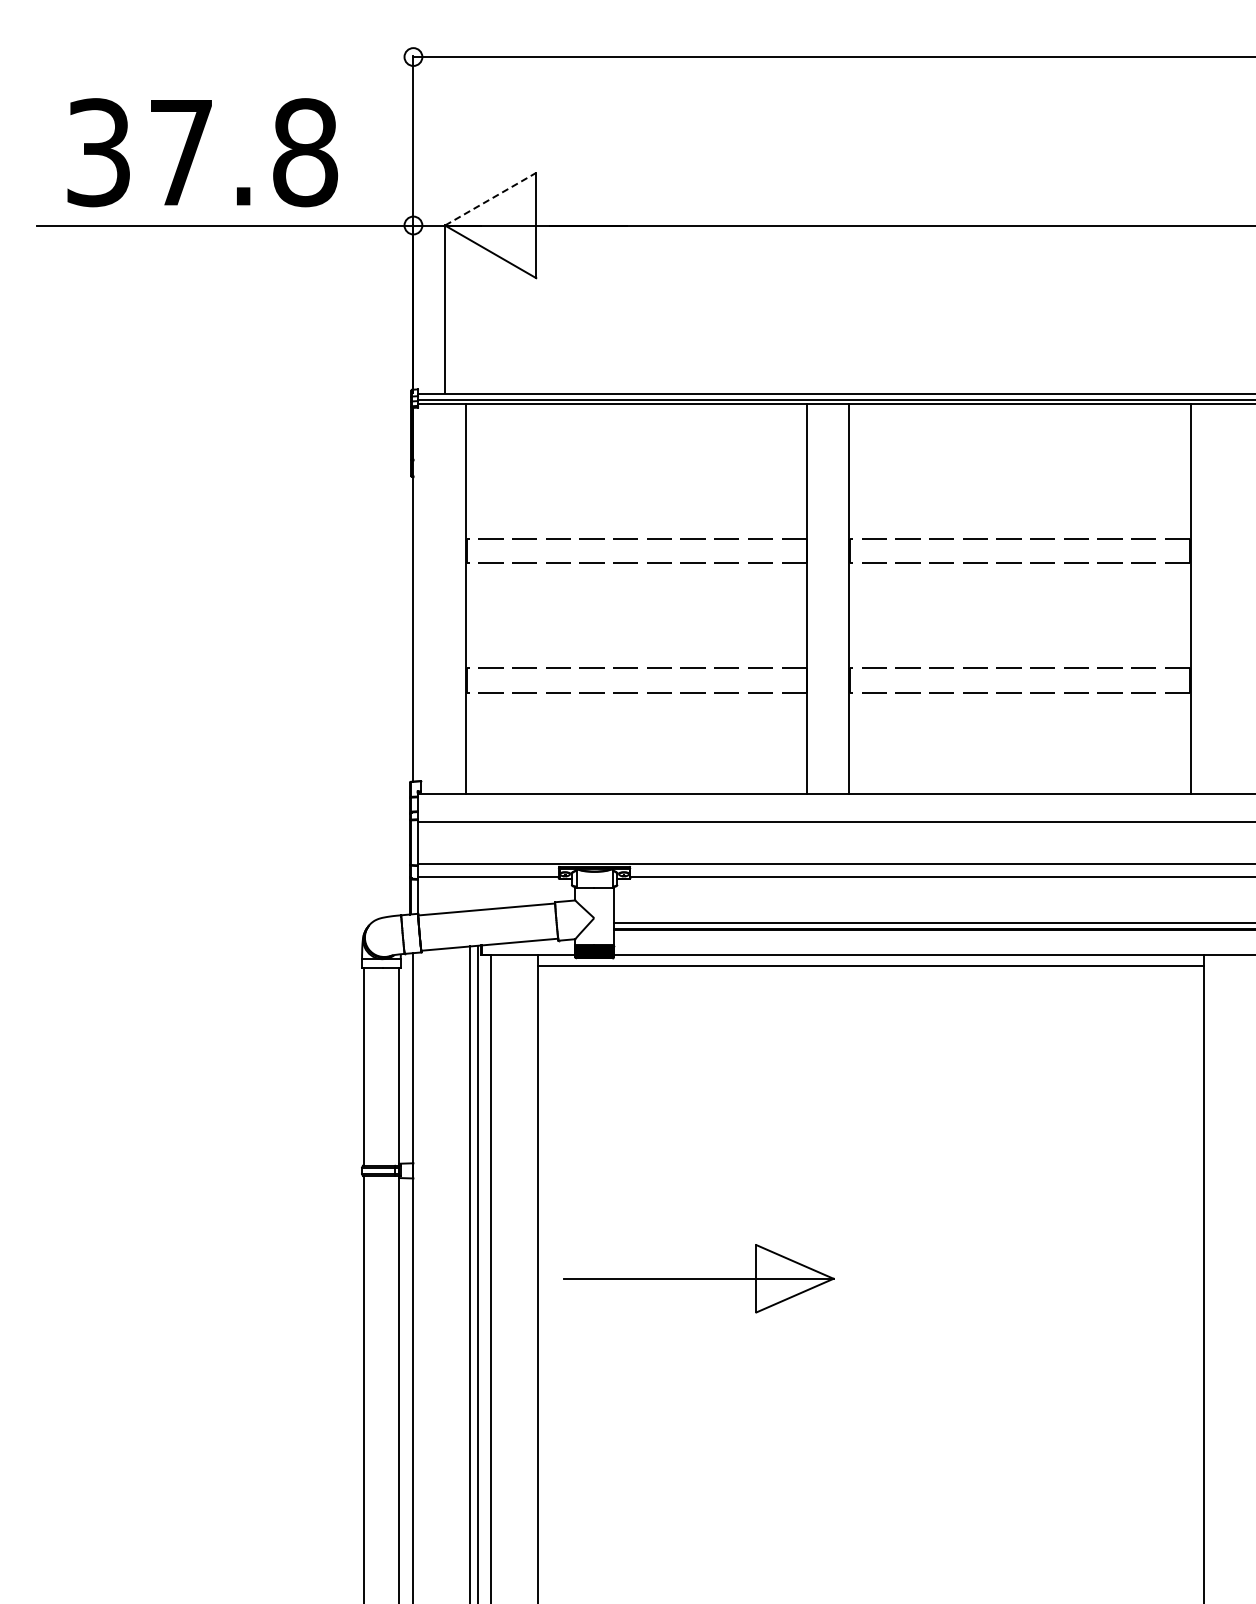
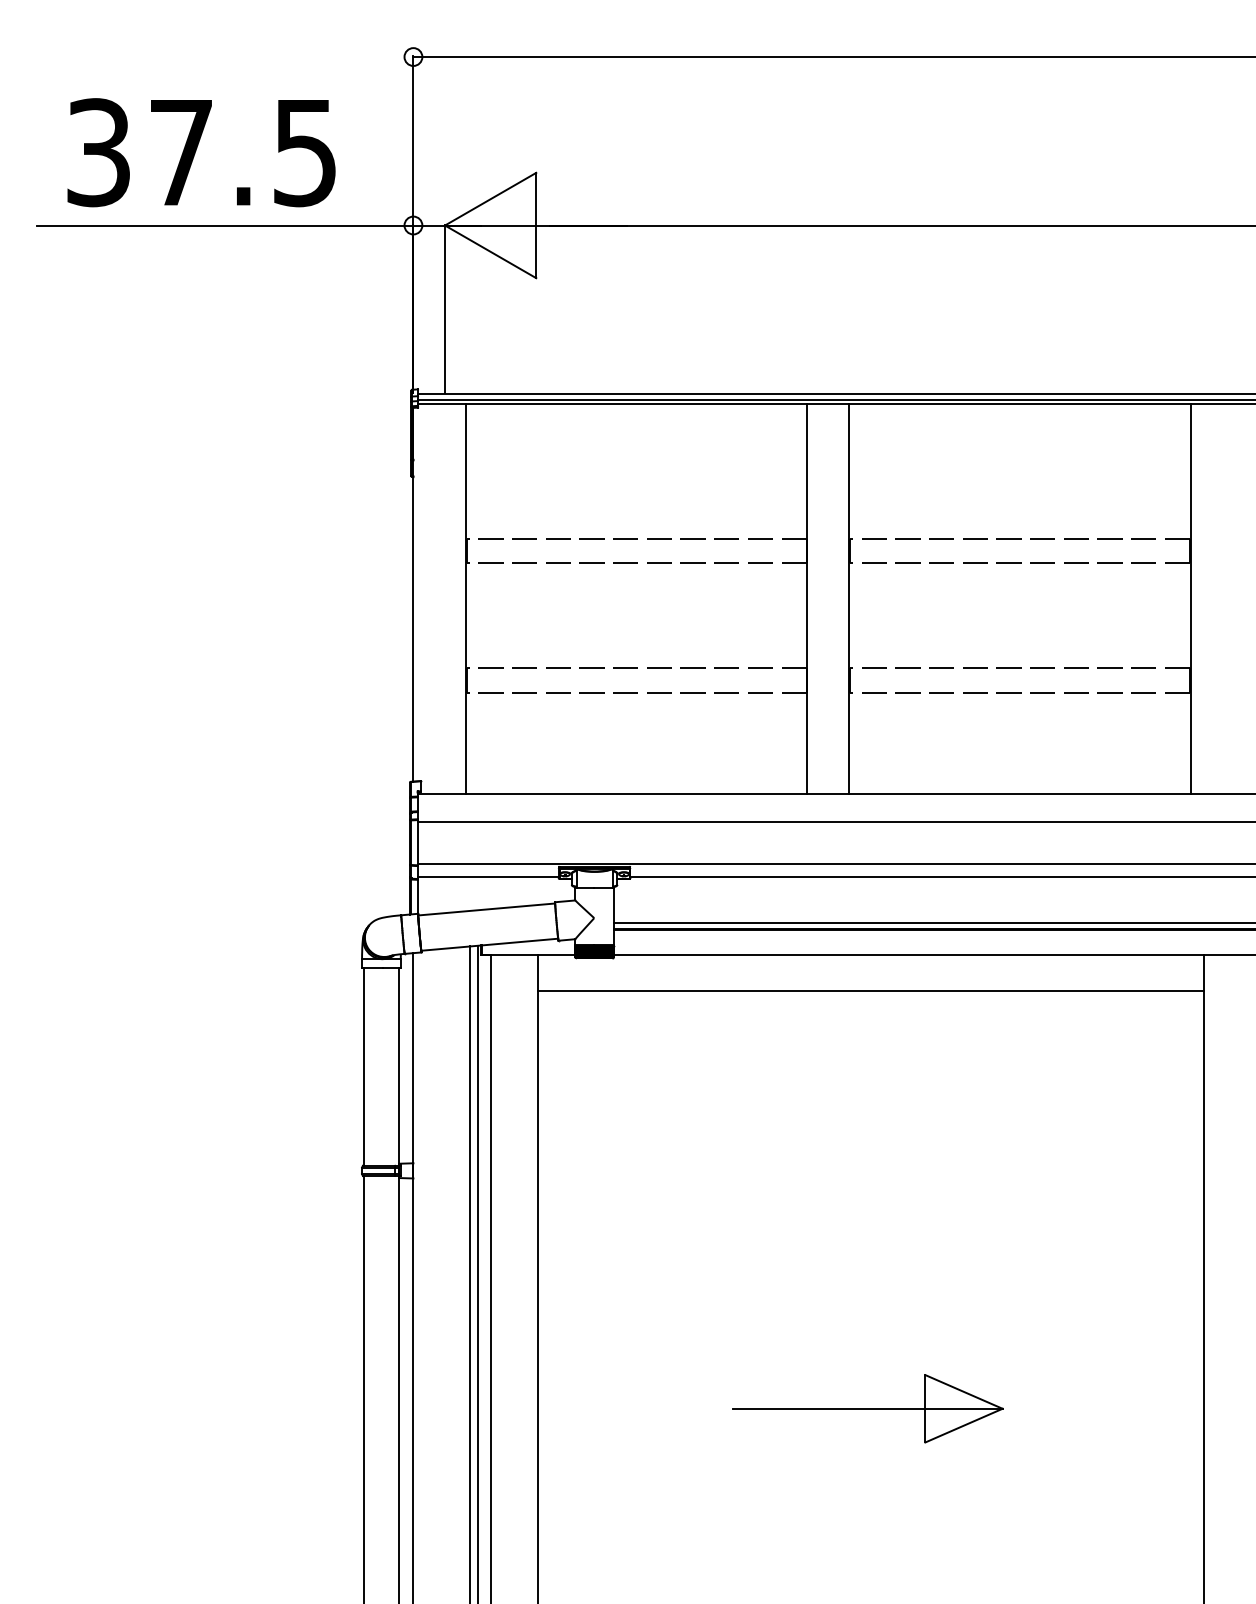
text at (305, 152): 37.8 -> 37.5
line at (490, 199): dashed -> solid
line at (870, 965) position: (870, 965) -> (870, 990)
part at (698, 1278) position: (698, 1278) -> (867, 1408)
